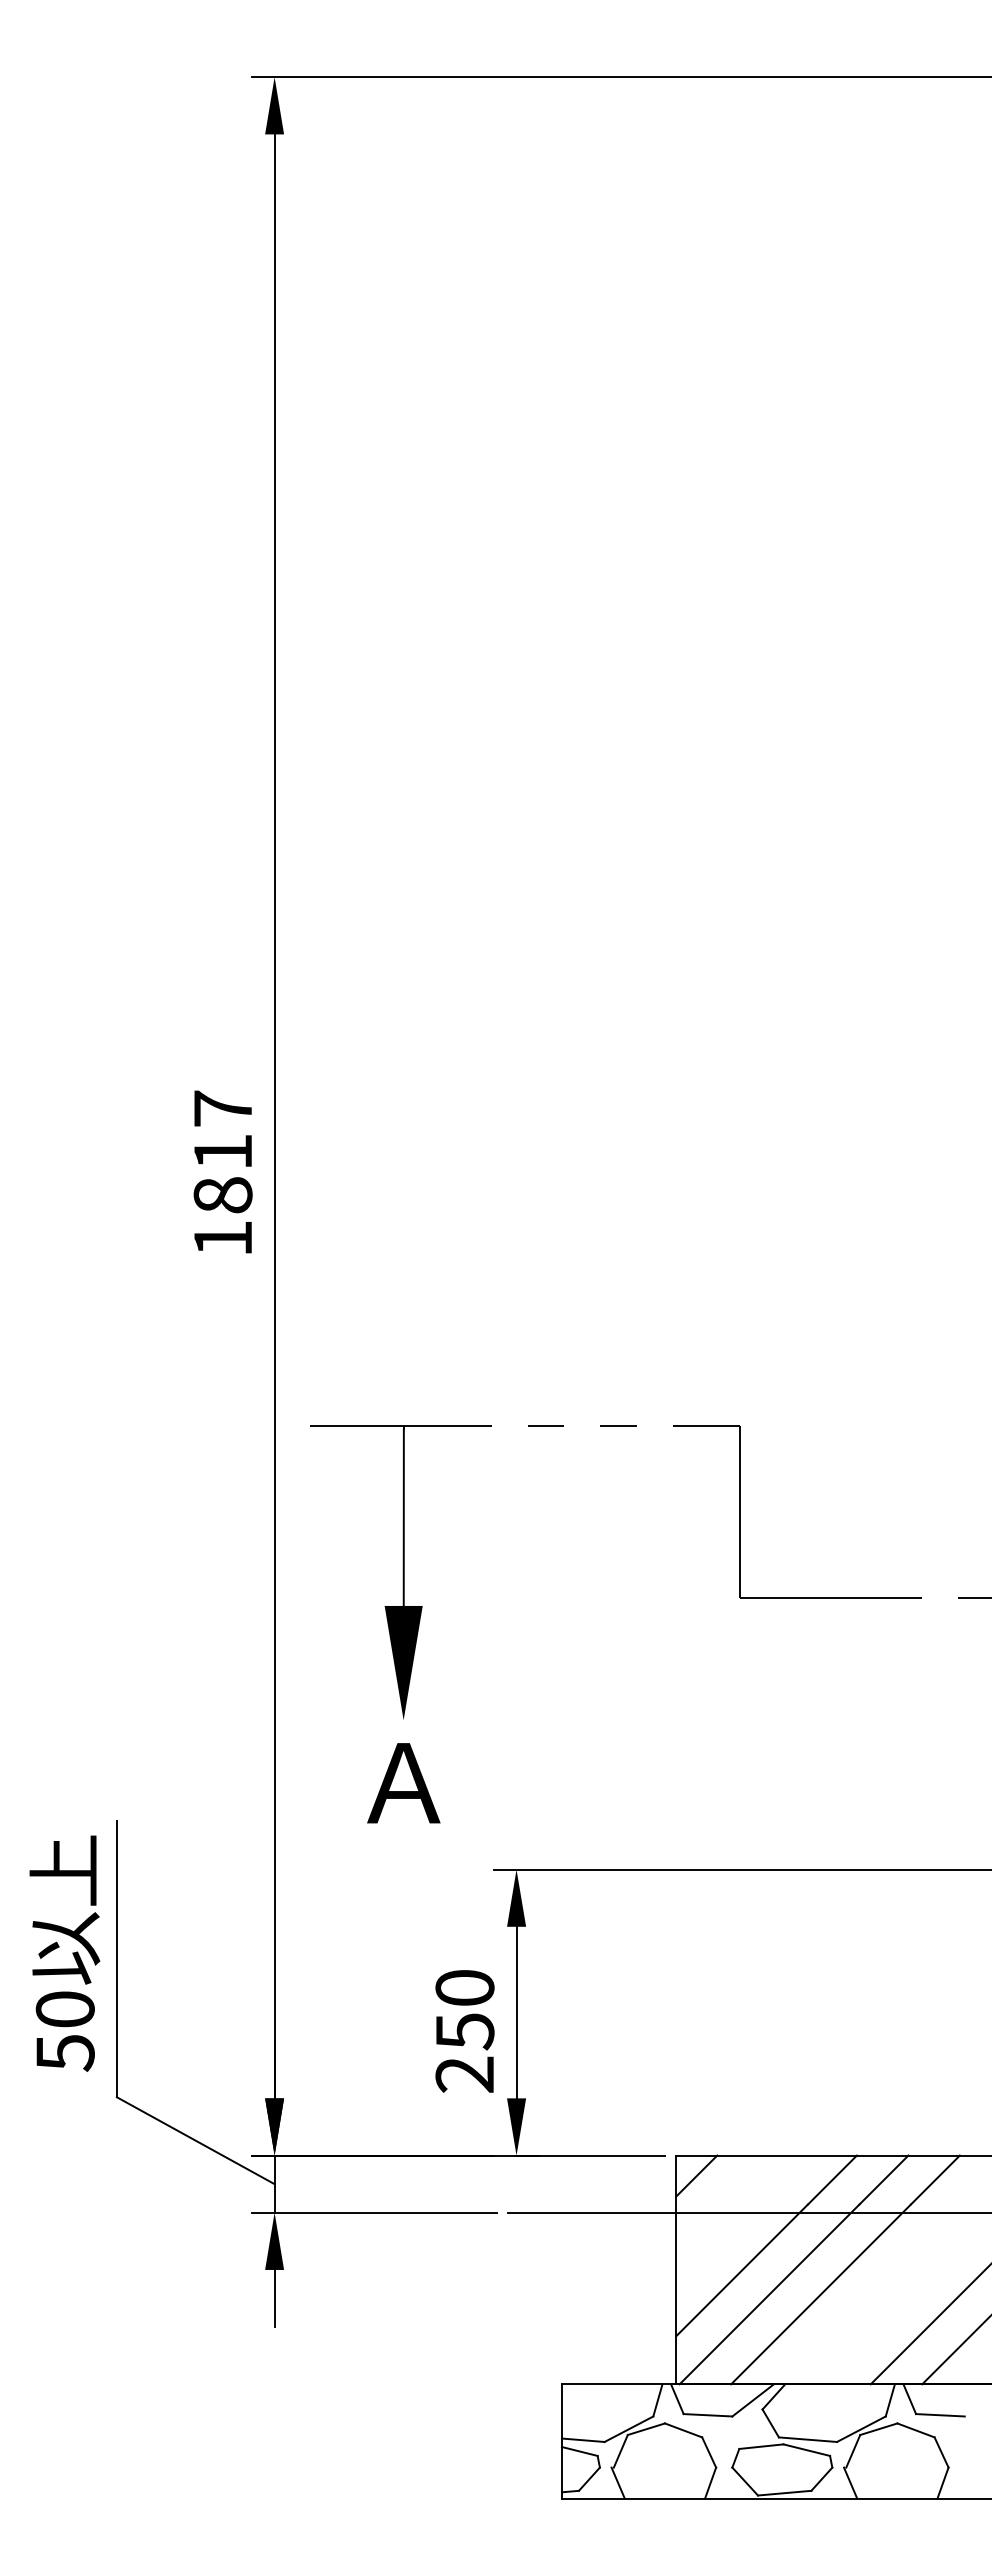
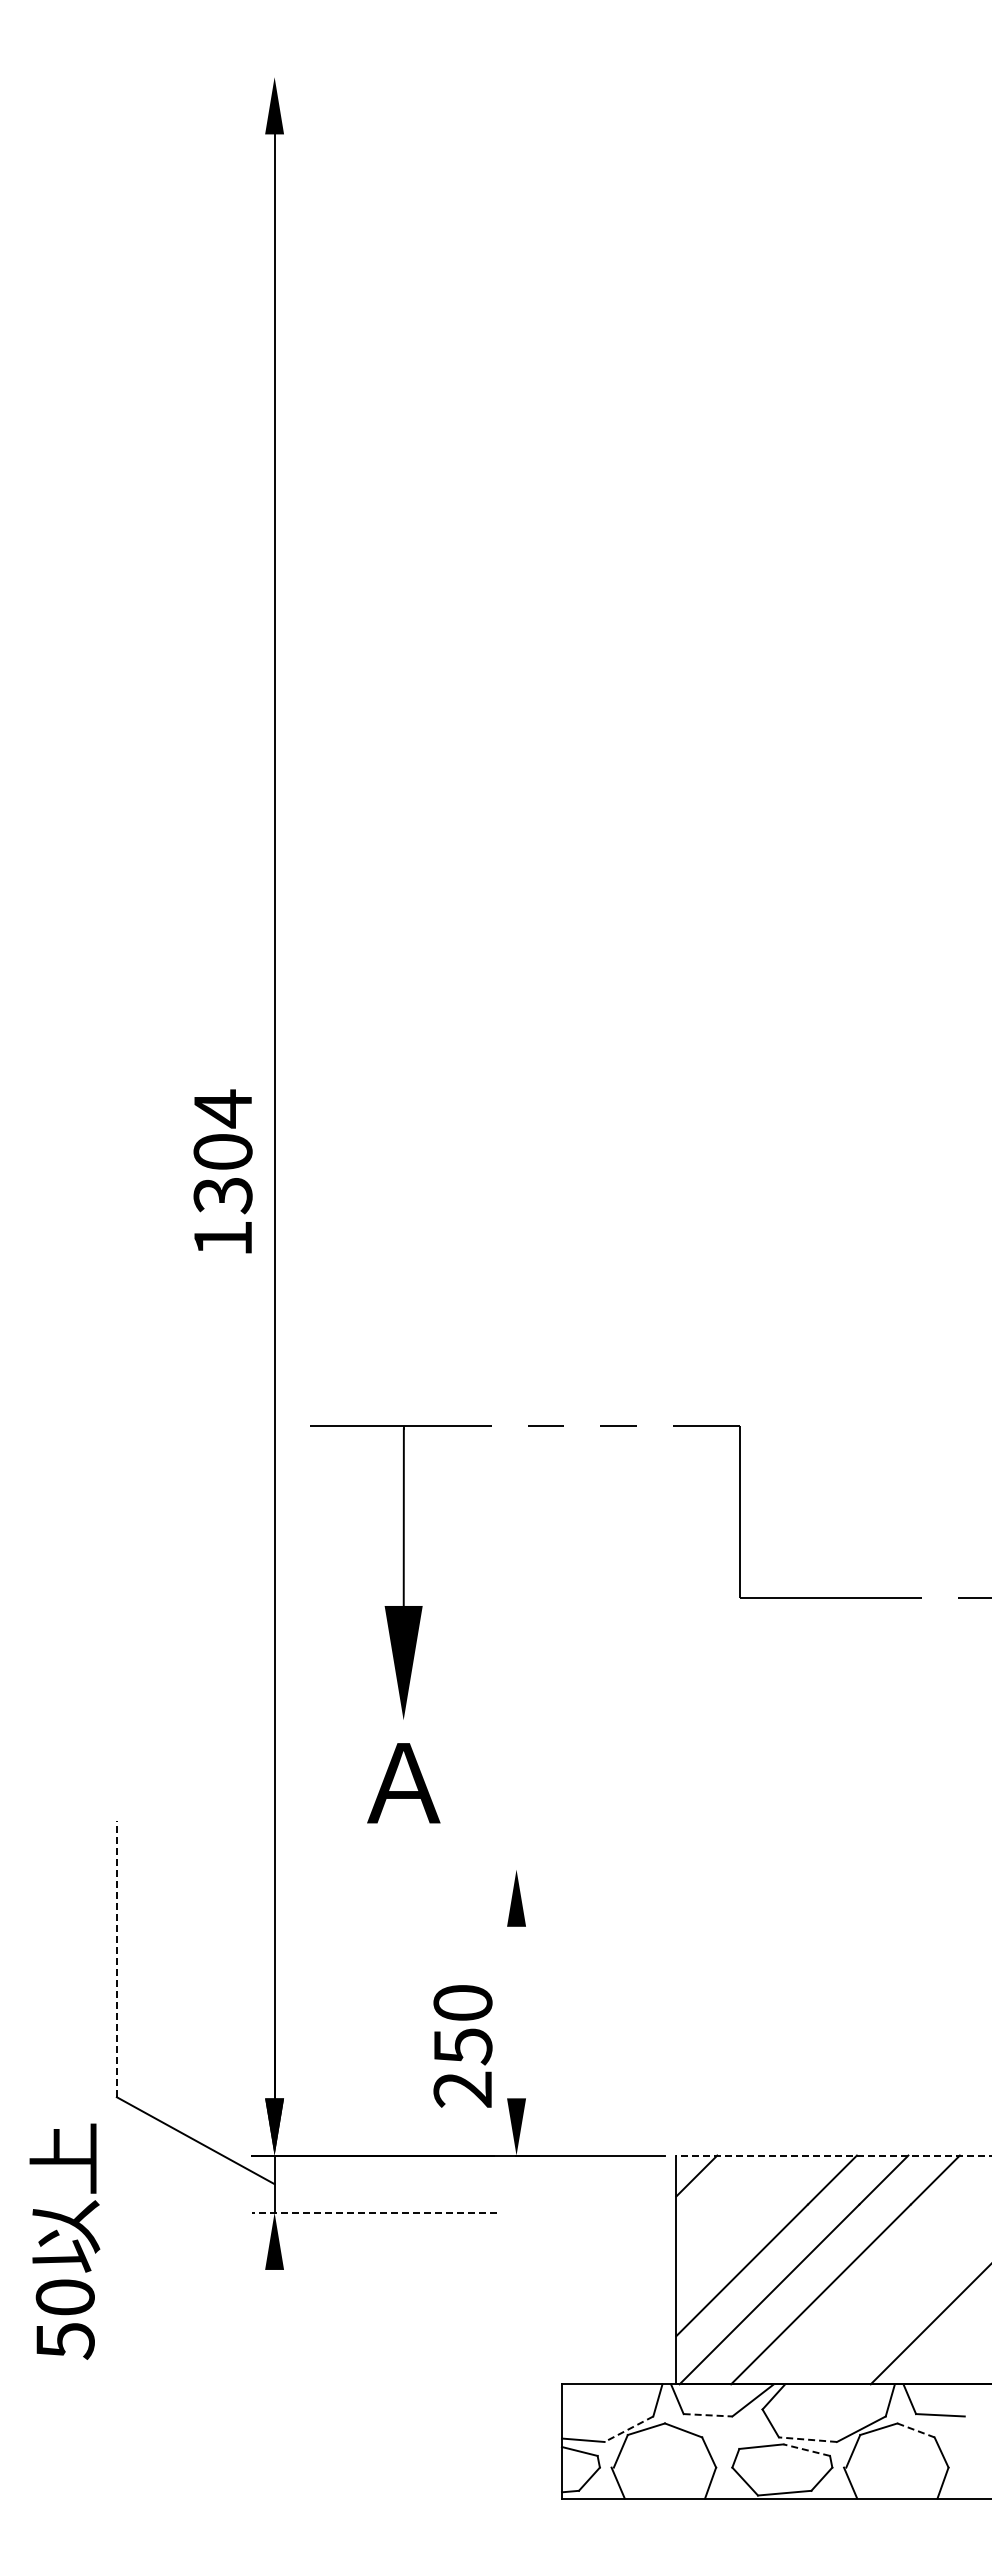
line at (619, 77): present -> none
text at (222, 1151): 1817 -> 1304
line at (740, 1869): present -> none
text at (64, 1953) position: (64, 1953) -> (64, 2241)
line at (116, 1958): solid -> dashed
line at (516, 2012): present -> none
text at (464, 2031) position: (464, 2031) -> (462, 2046)
line at (833, 2155): solid -> dashed
line at (374, 2212): solid -> dashed
line at (748, 2212): present -> none
line at (274, 2298): present -> none
line at (955, 2350): present -> none
line at (708, 2415): solid -> dashed
line at (628, 2429): solid -> dashed
line at (916, 2430): solid -> dashed
line at (807, 2439): solid -> dashed
line at (806, 2450): solid -> dashed
